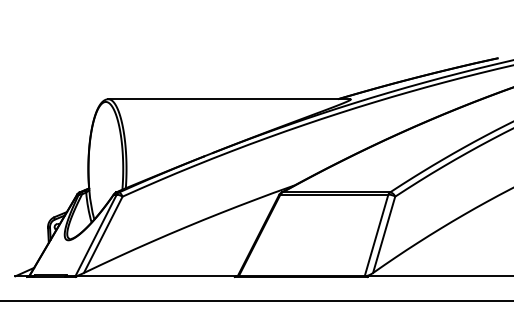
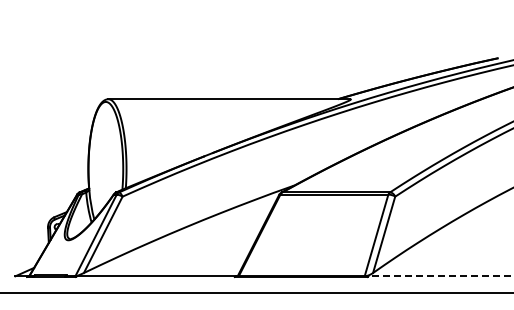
line at (440, 276): solid -> dashed
line at (256, 300) position: (256, 300) -> (256, 292)
